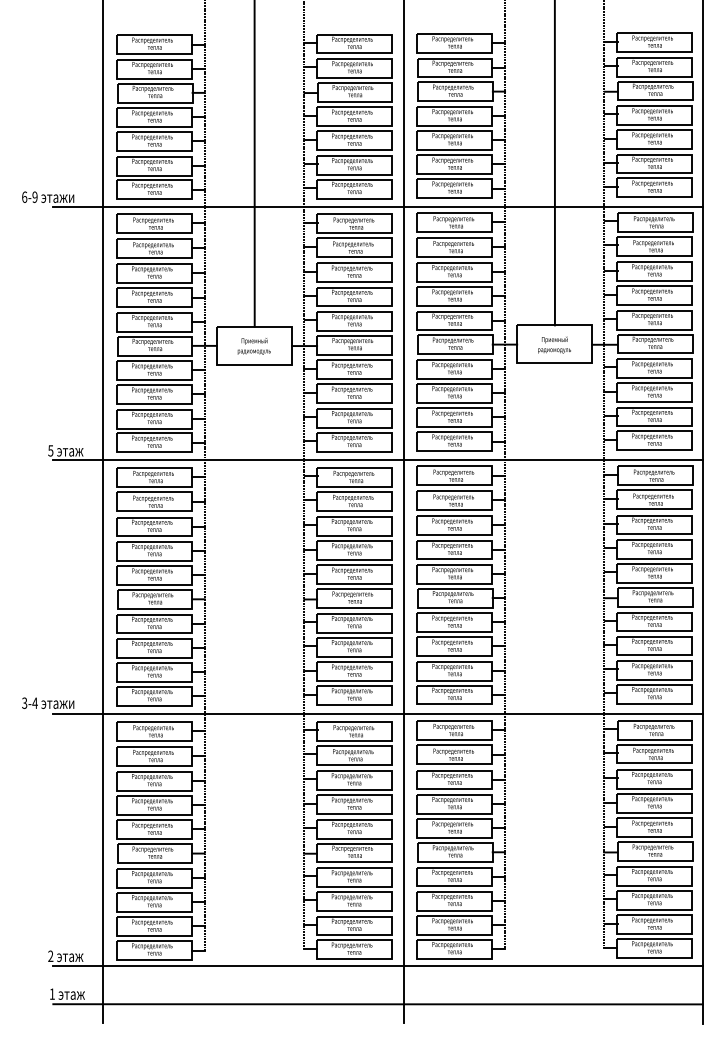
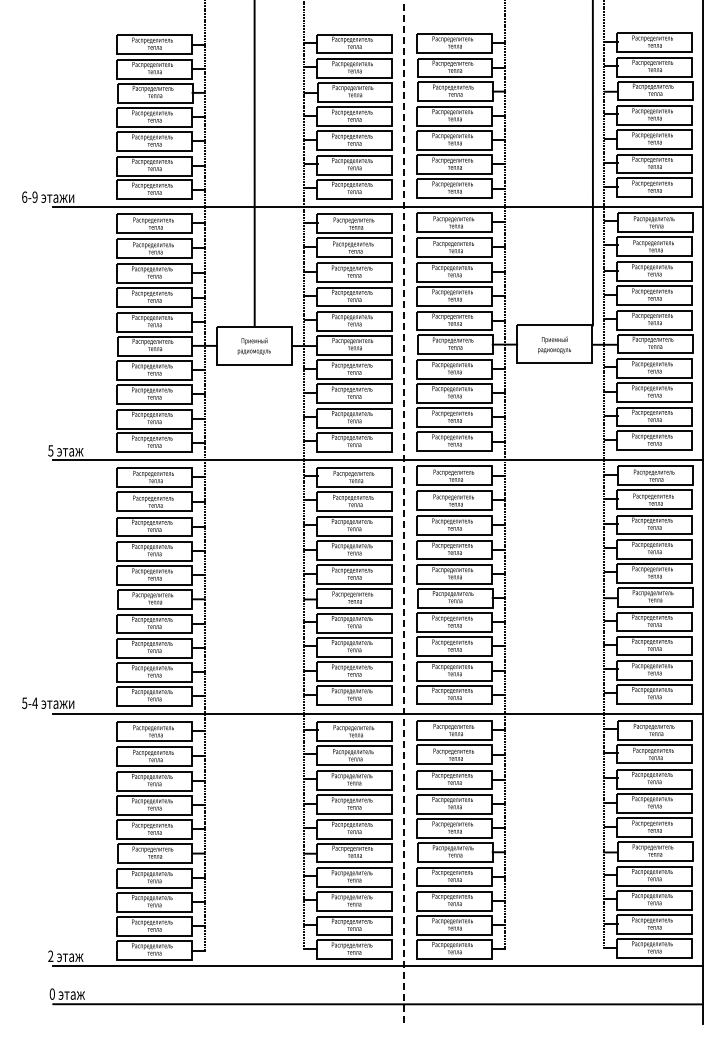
line at (554, 163) position: (554, 163) -> (592, 163)
line at (403, 511): solid -> dashed
line at (102, 512): present -> none
text at (24, 702): 3-4 -> 5-4
text at (51, 993): 1 -> 0
